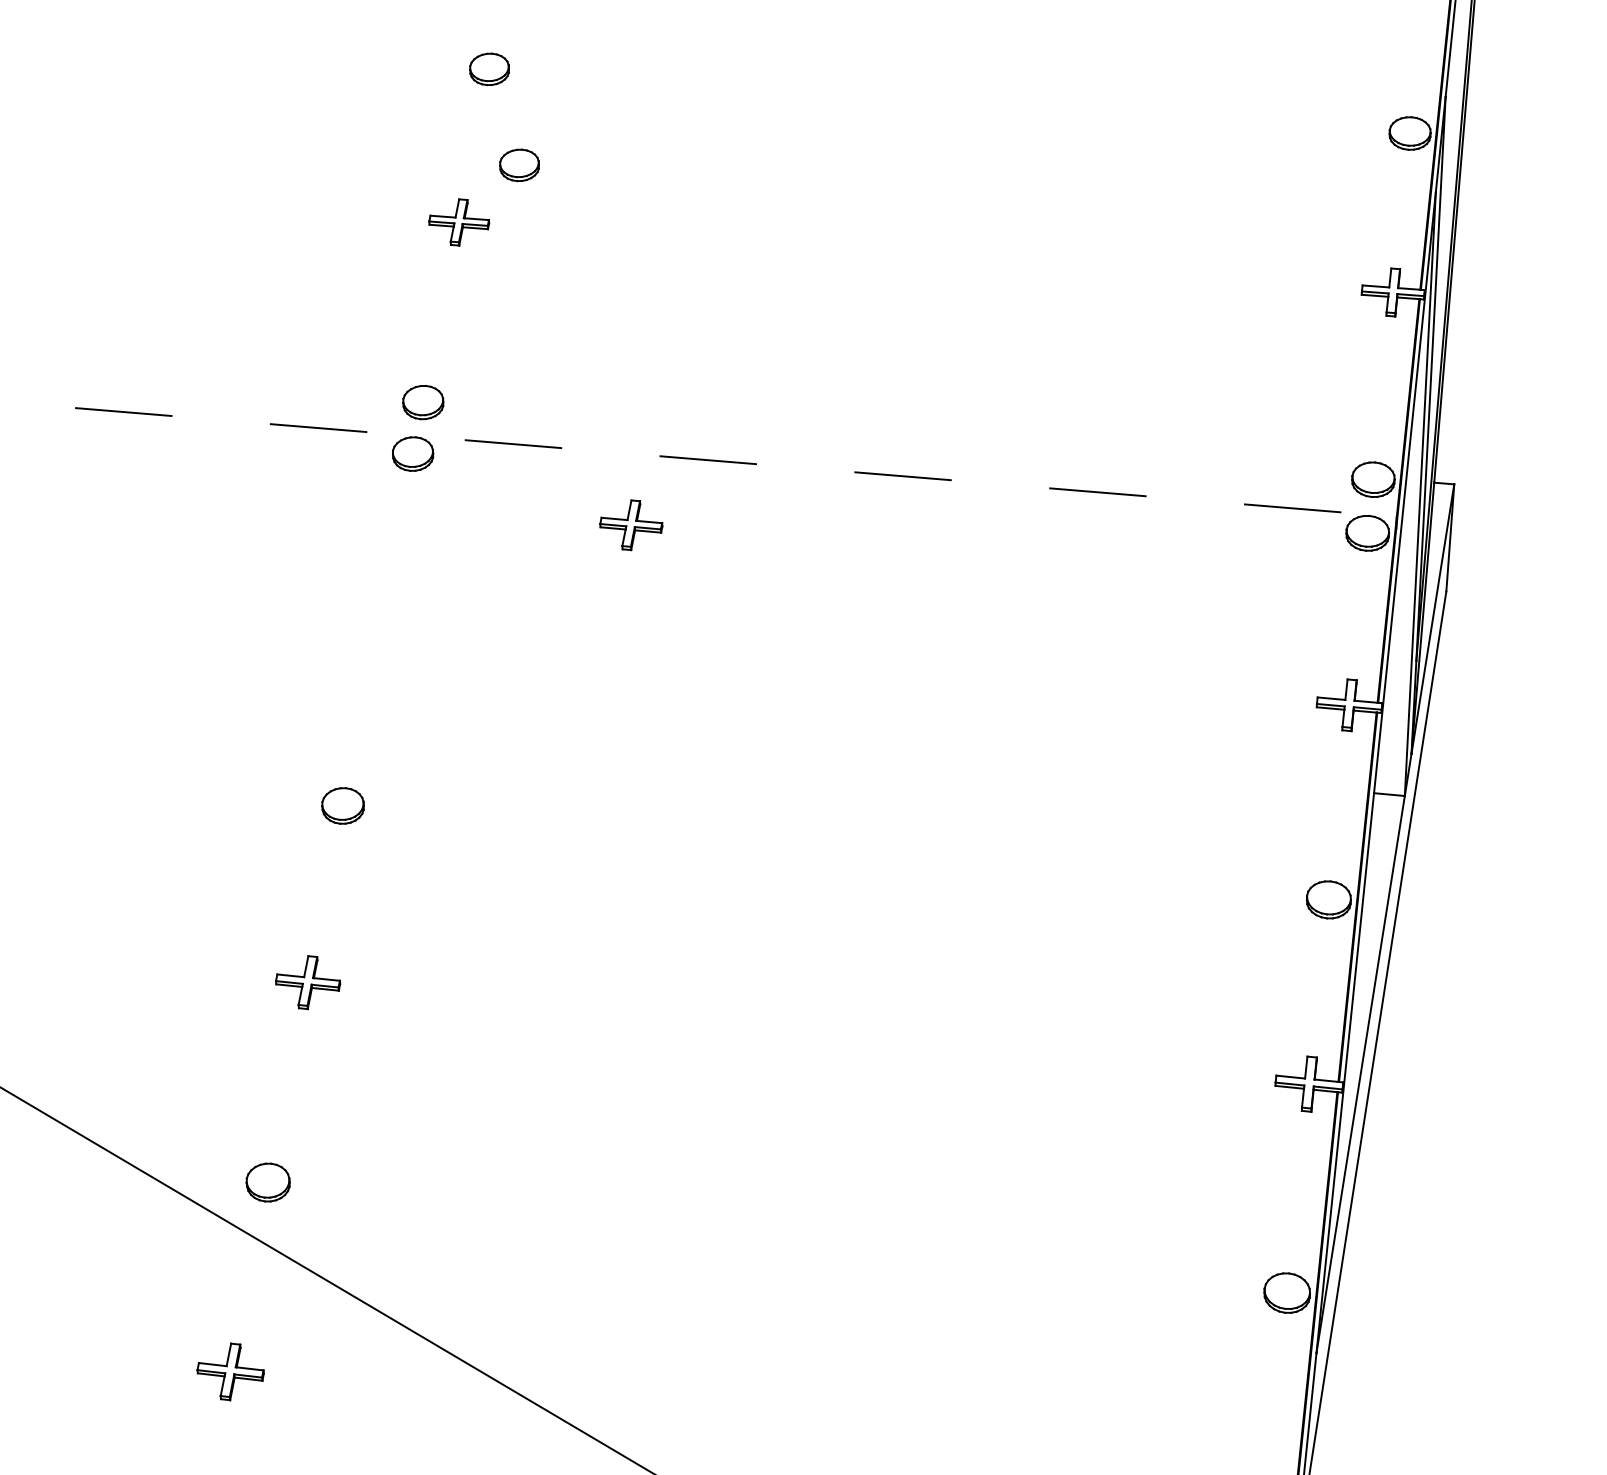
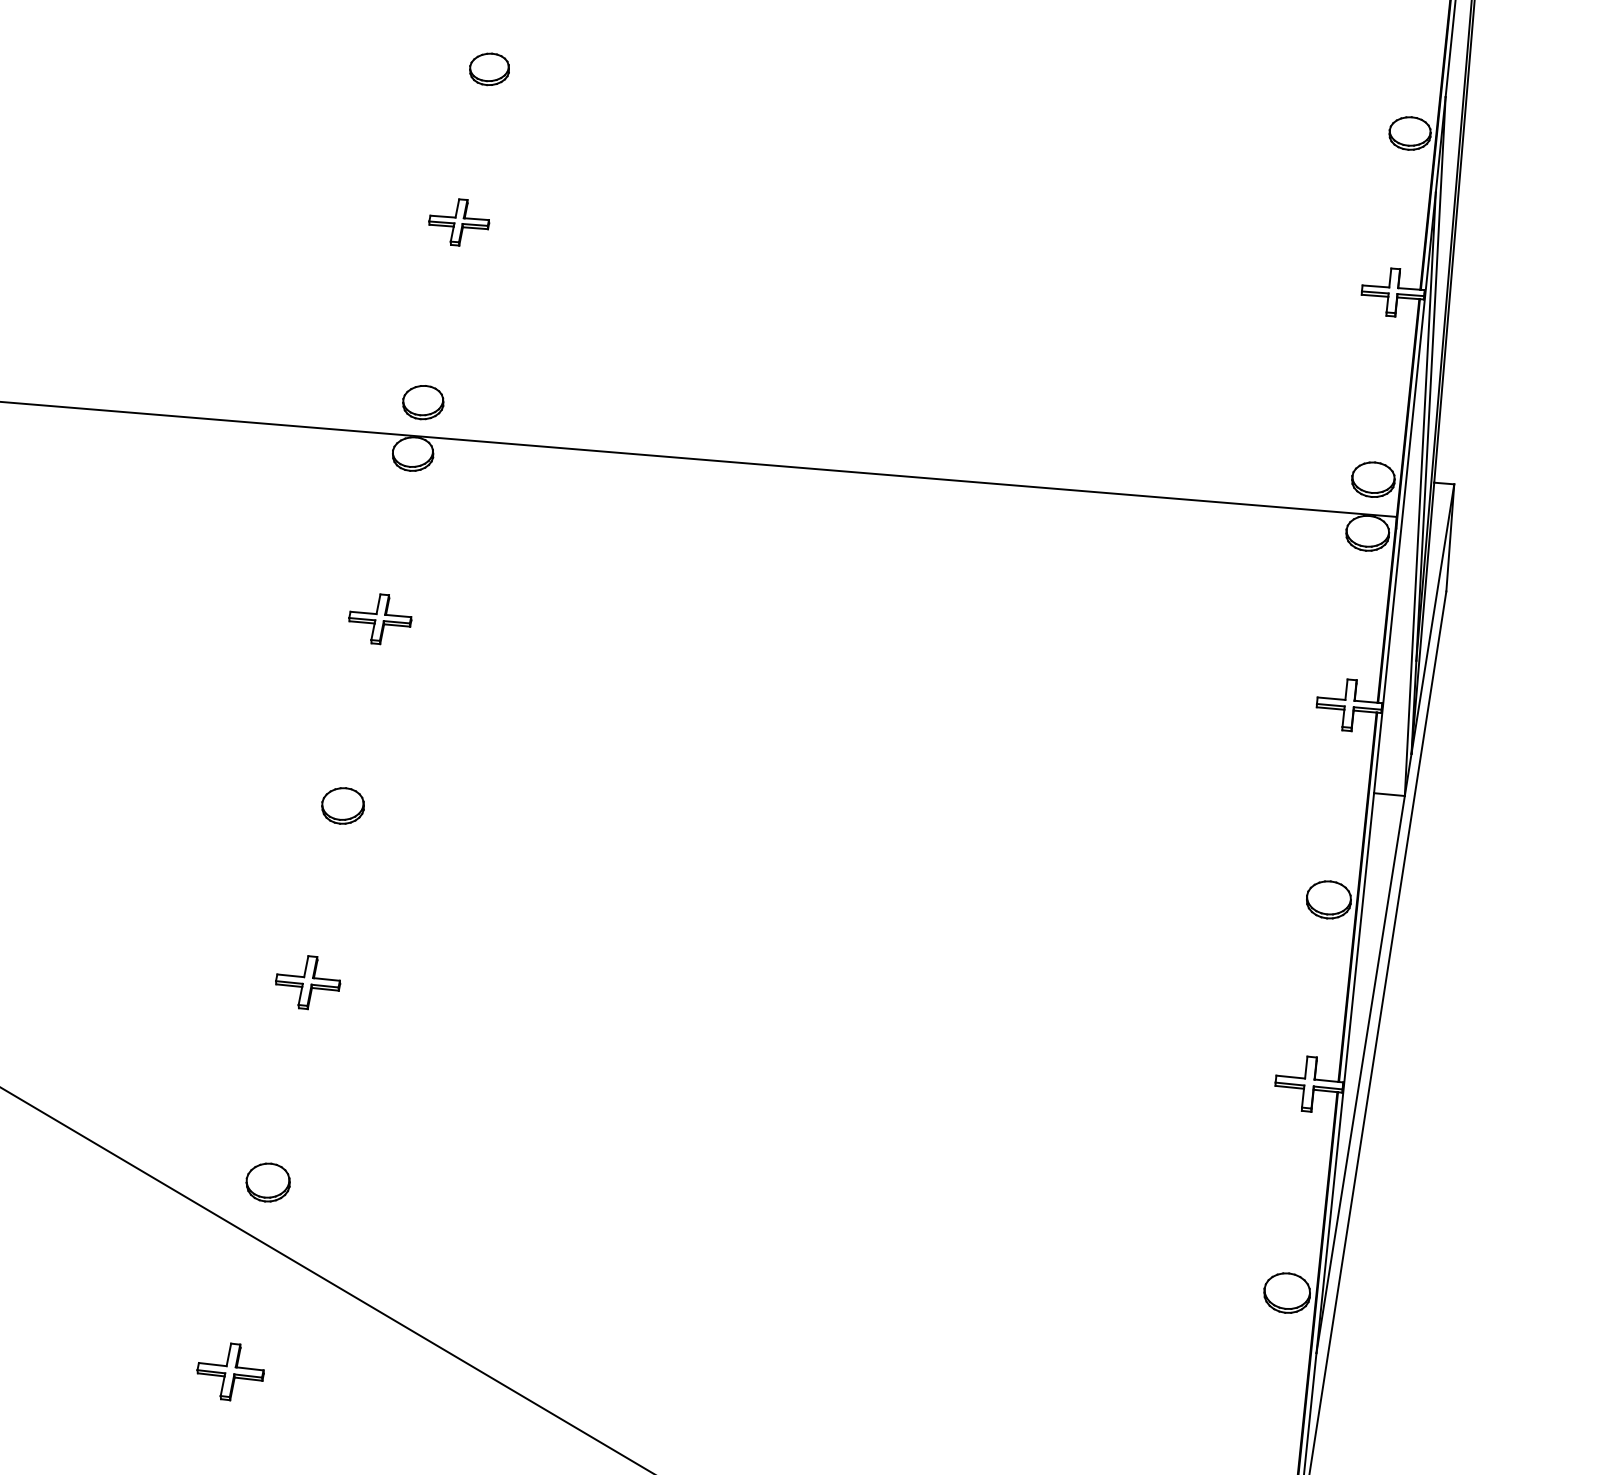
part at (519, 165): present -> none
line at (699, 459): dashed -> solid
part at (631, 525) position: (631, 525) -> (380, 619)
